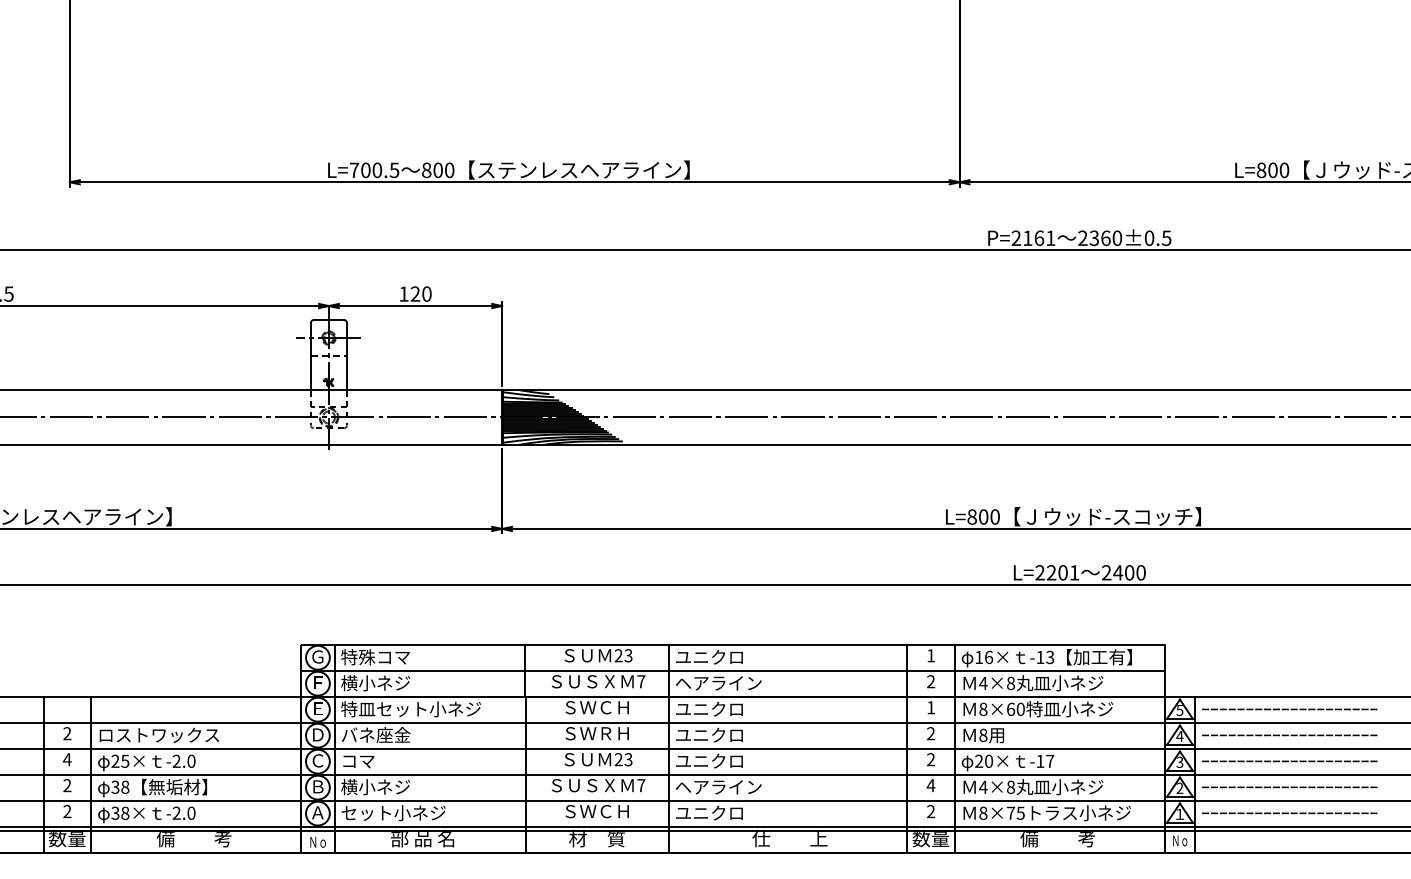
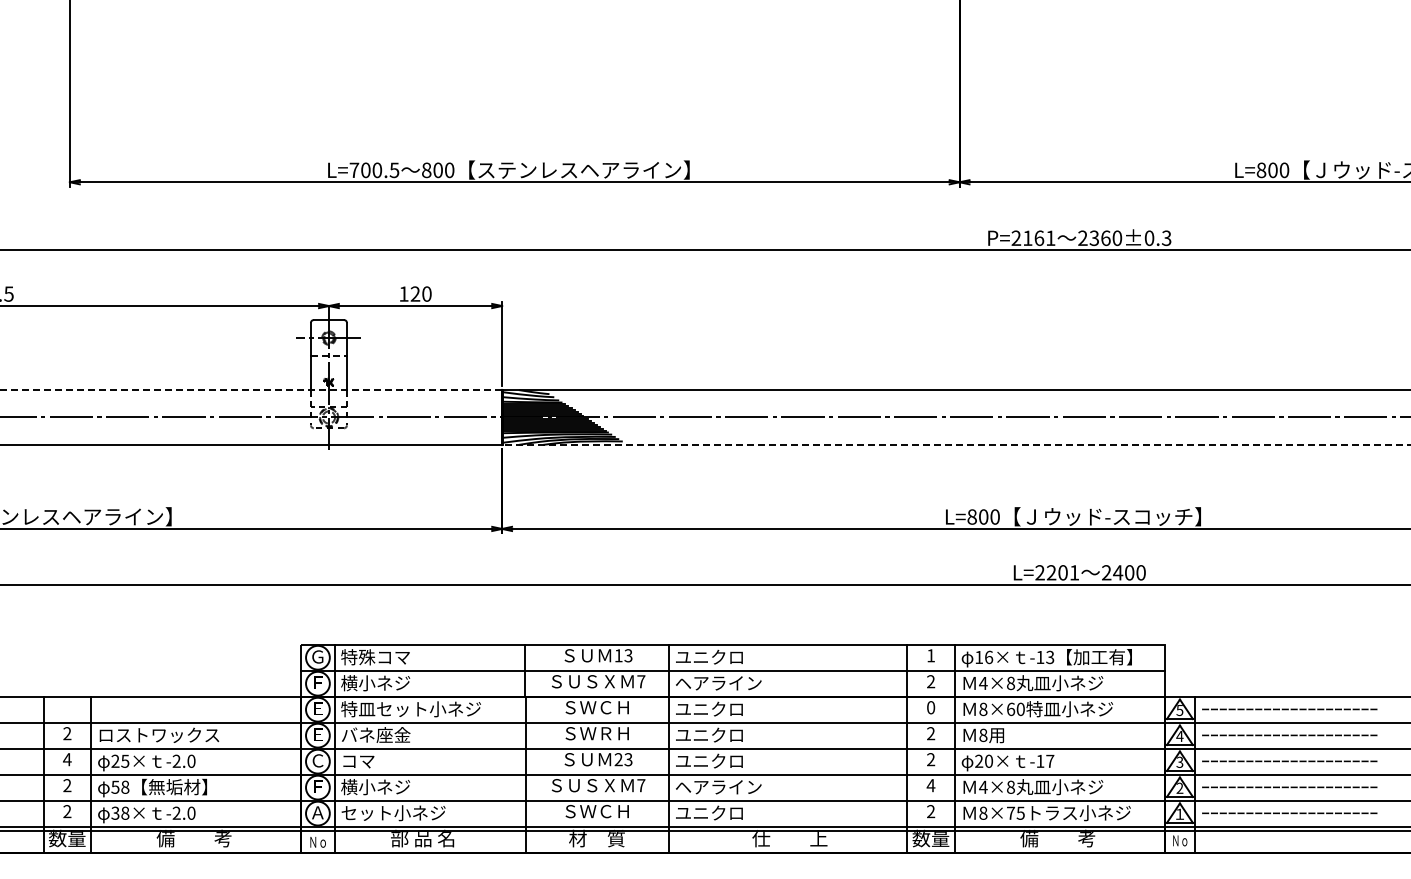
text at (1166, 237): 2360±0.5 -> 2360±0.3
line at (250, 390): solid -> dashed
line at (956, 444): solid -> dashed
text at (618, 655): 23 -> 13
text at (931, 707): 1 -> 0
text at (318, 734): Ｄ -> Ｅ
text at (115, 786): 38 -> 58
text at (318, 786): Ｂ -> Ｆ
